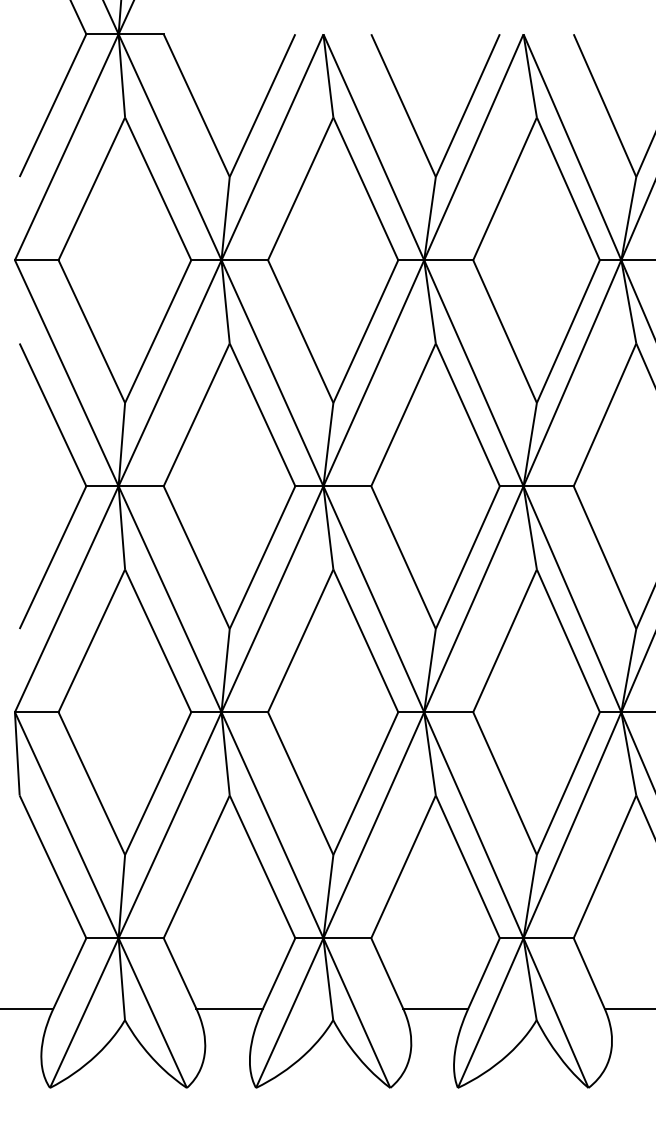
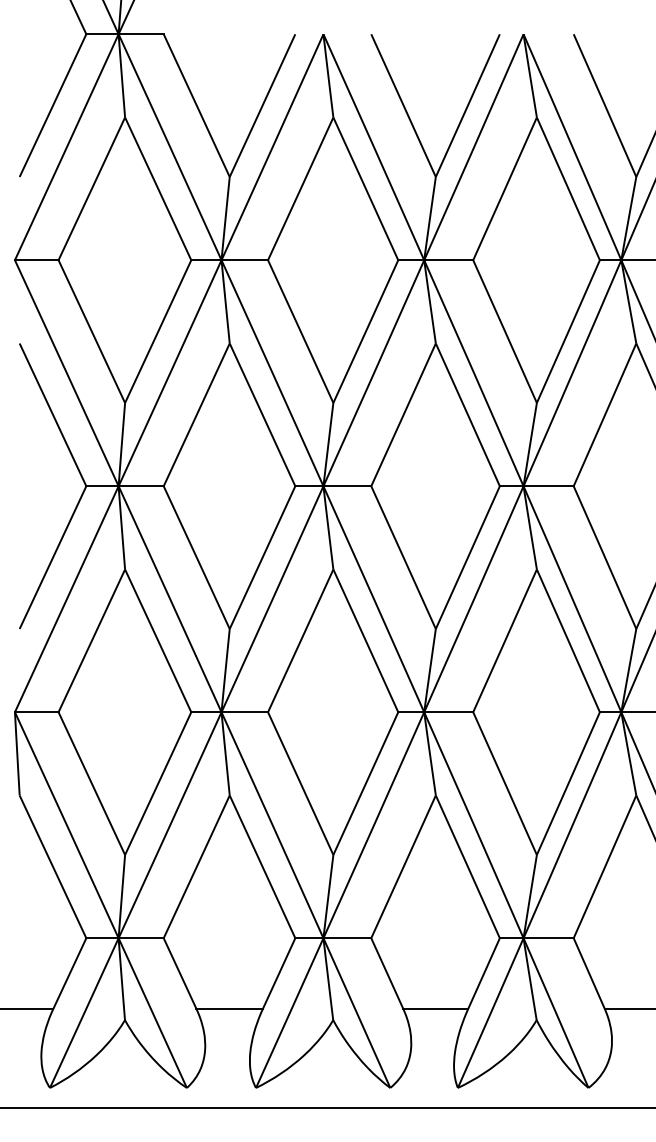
line at (327, 1107): none -> present
